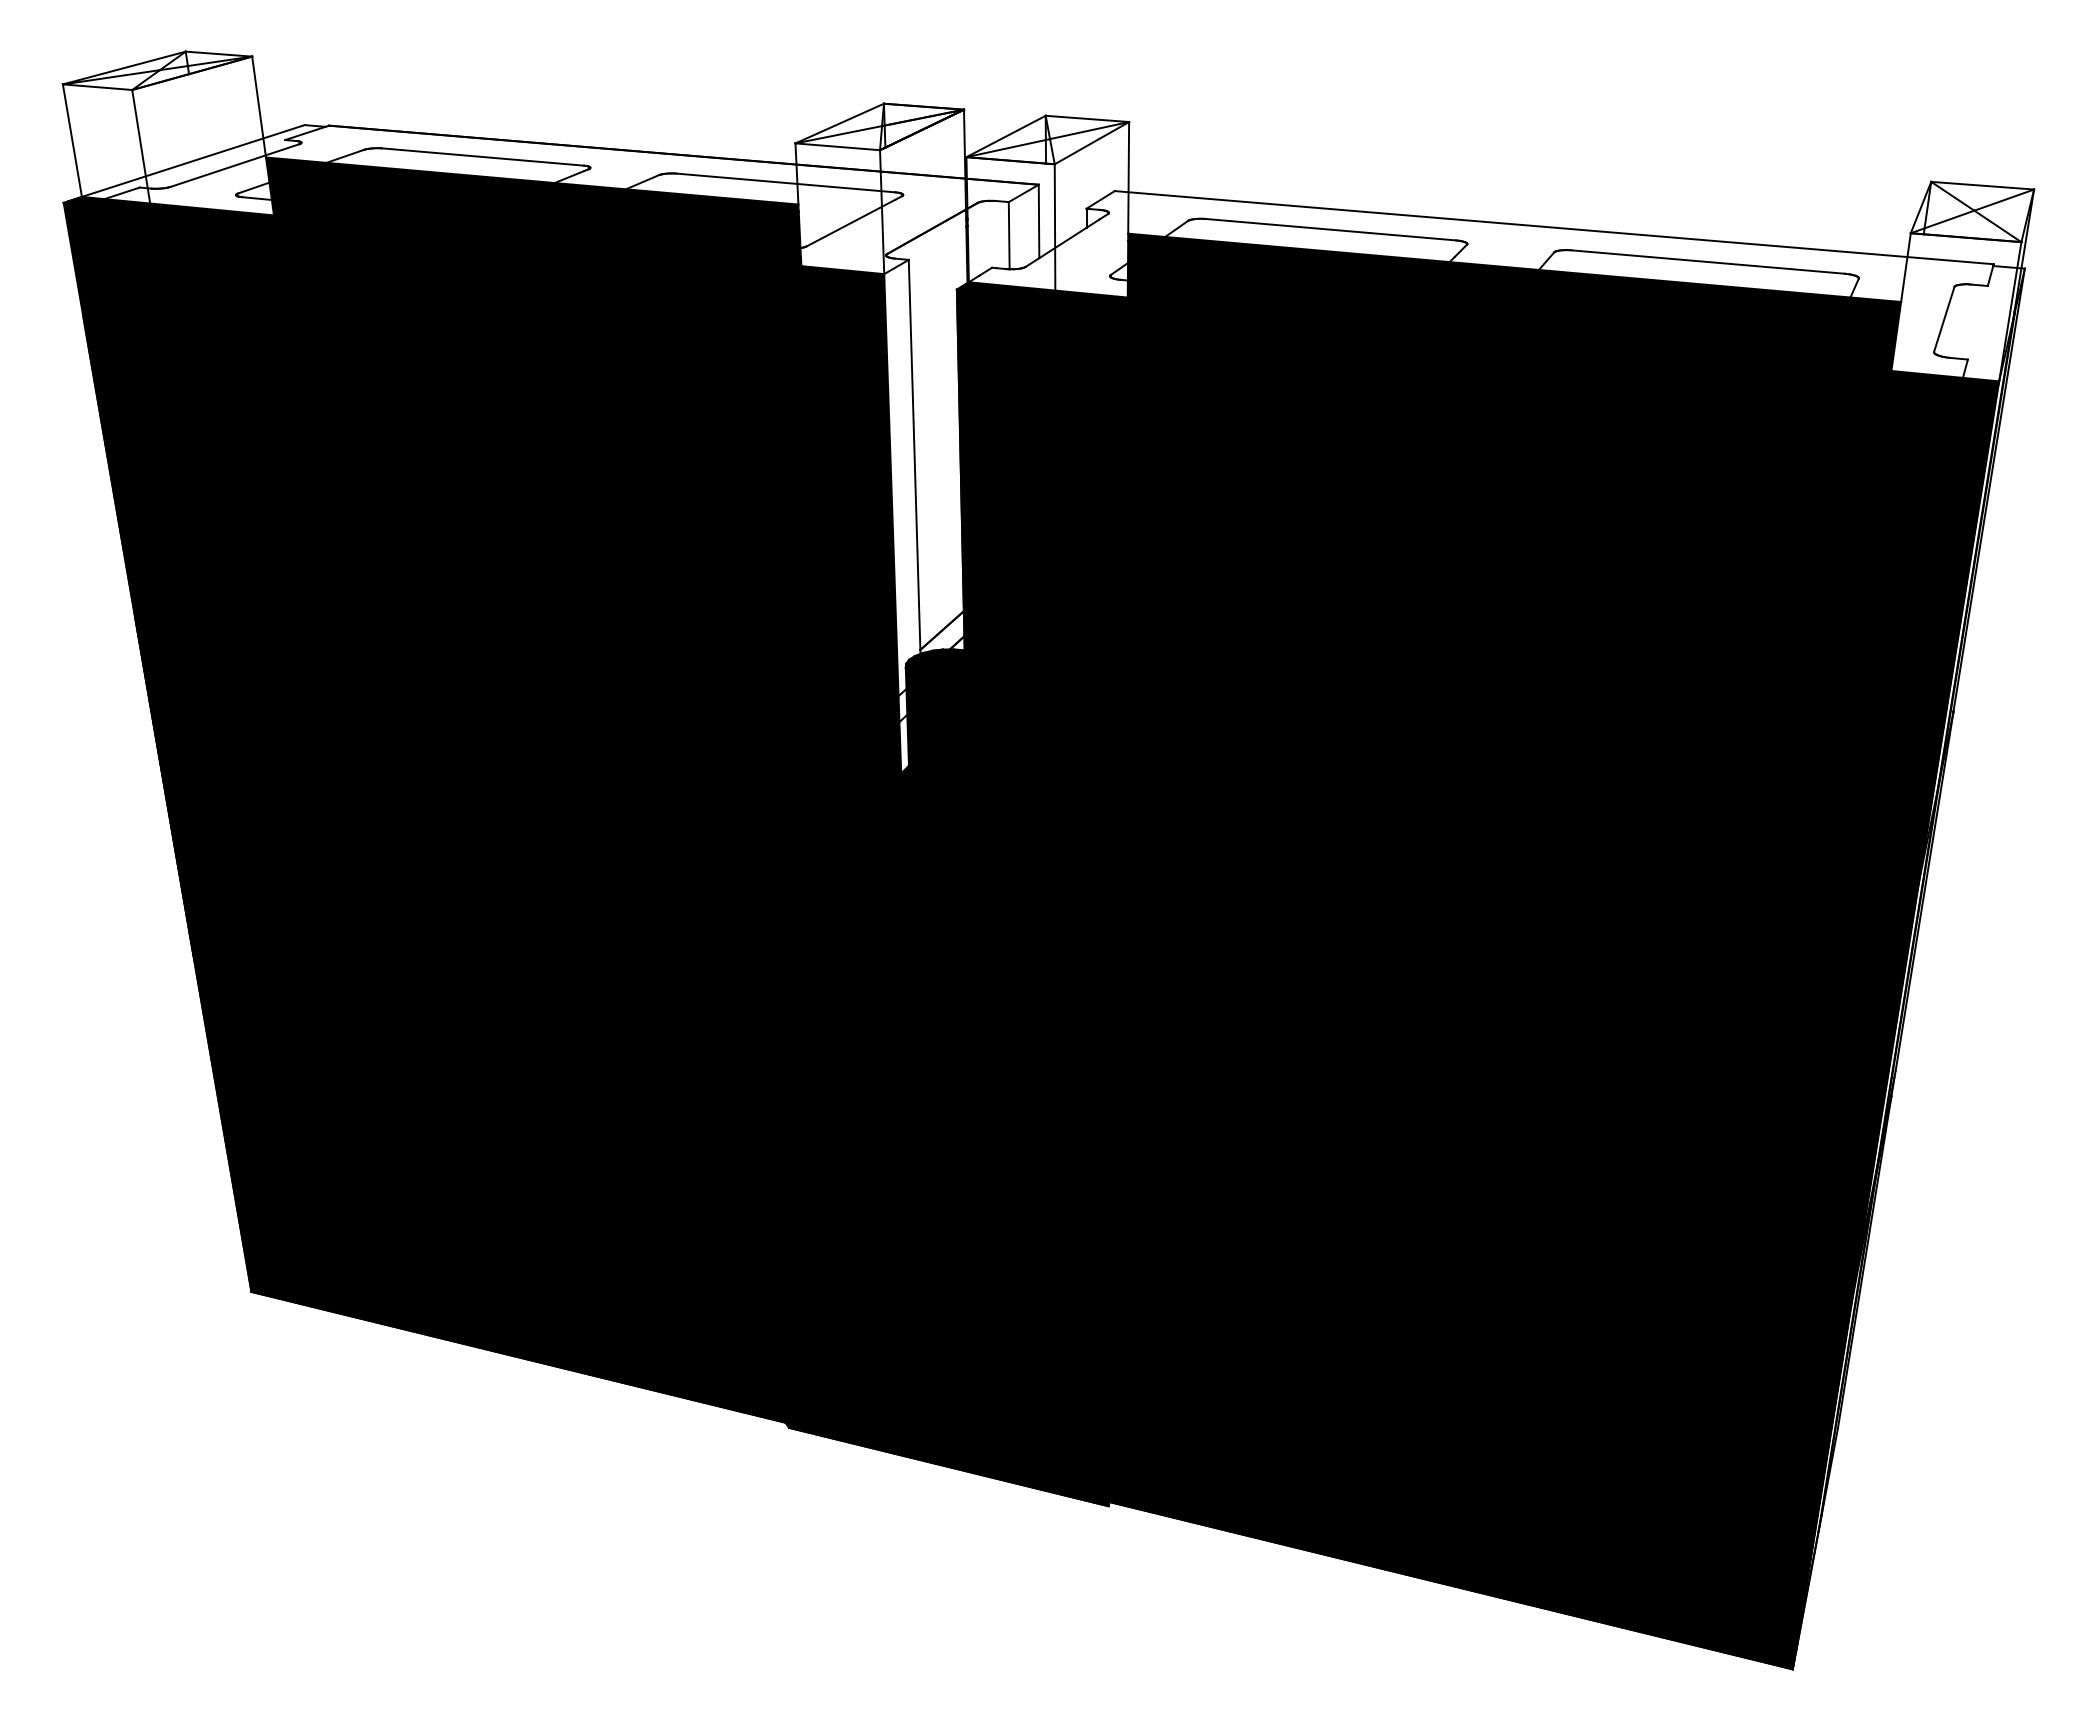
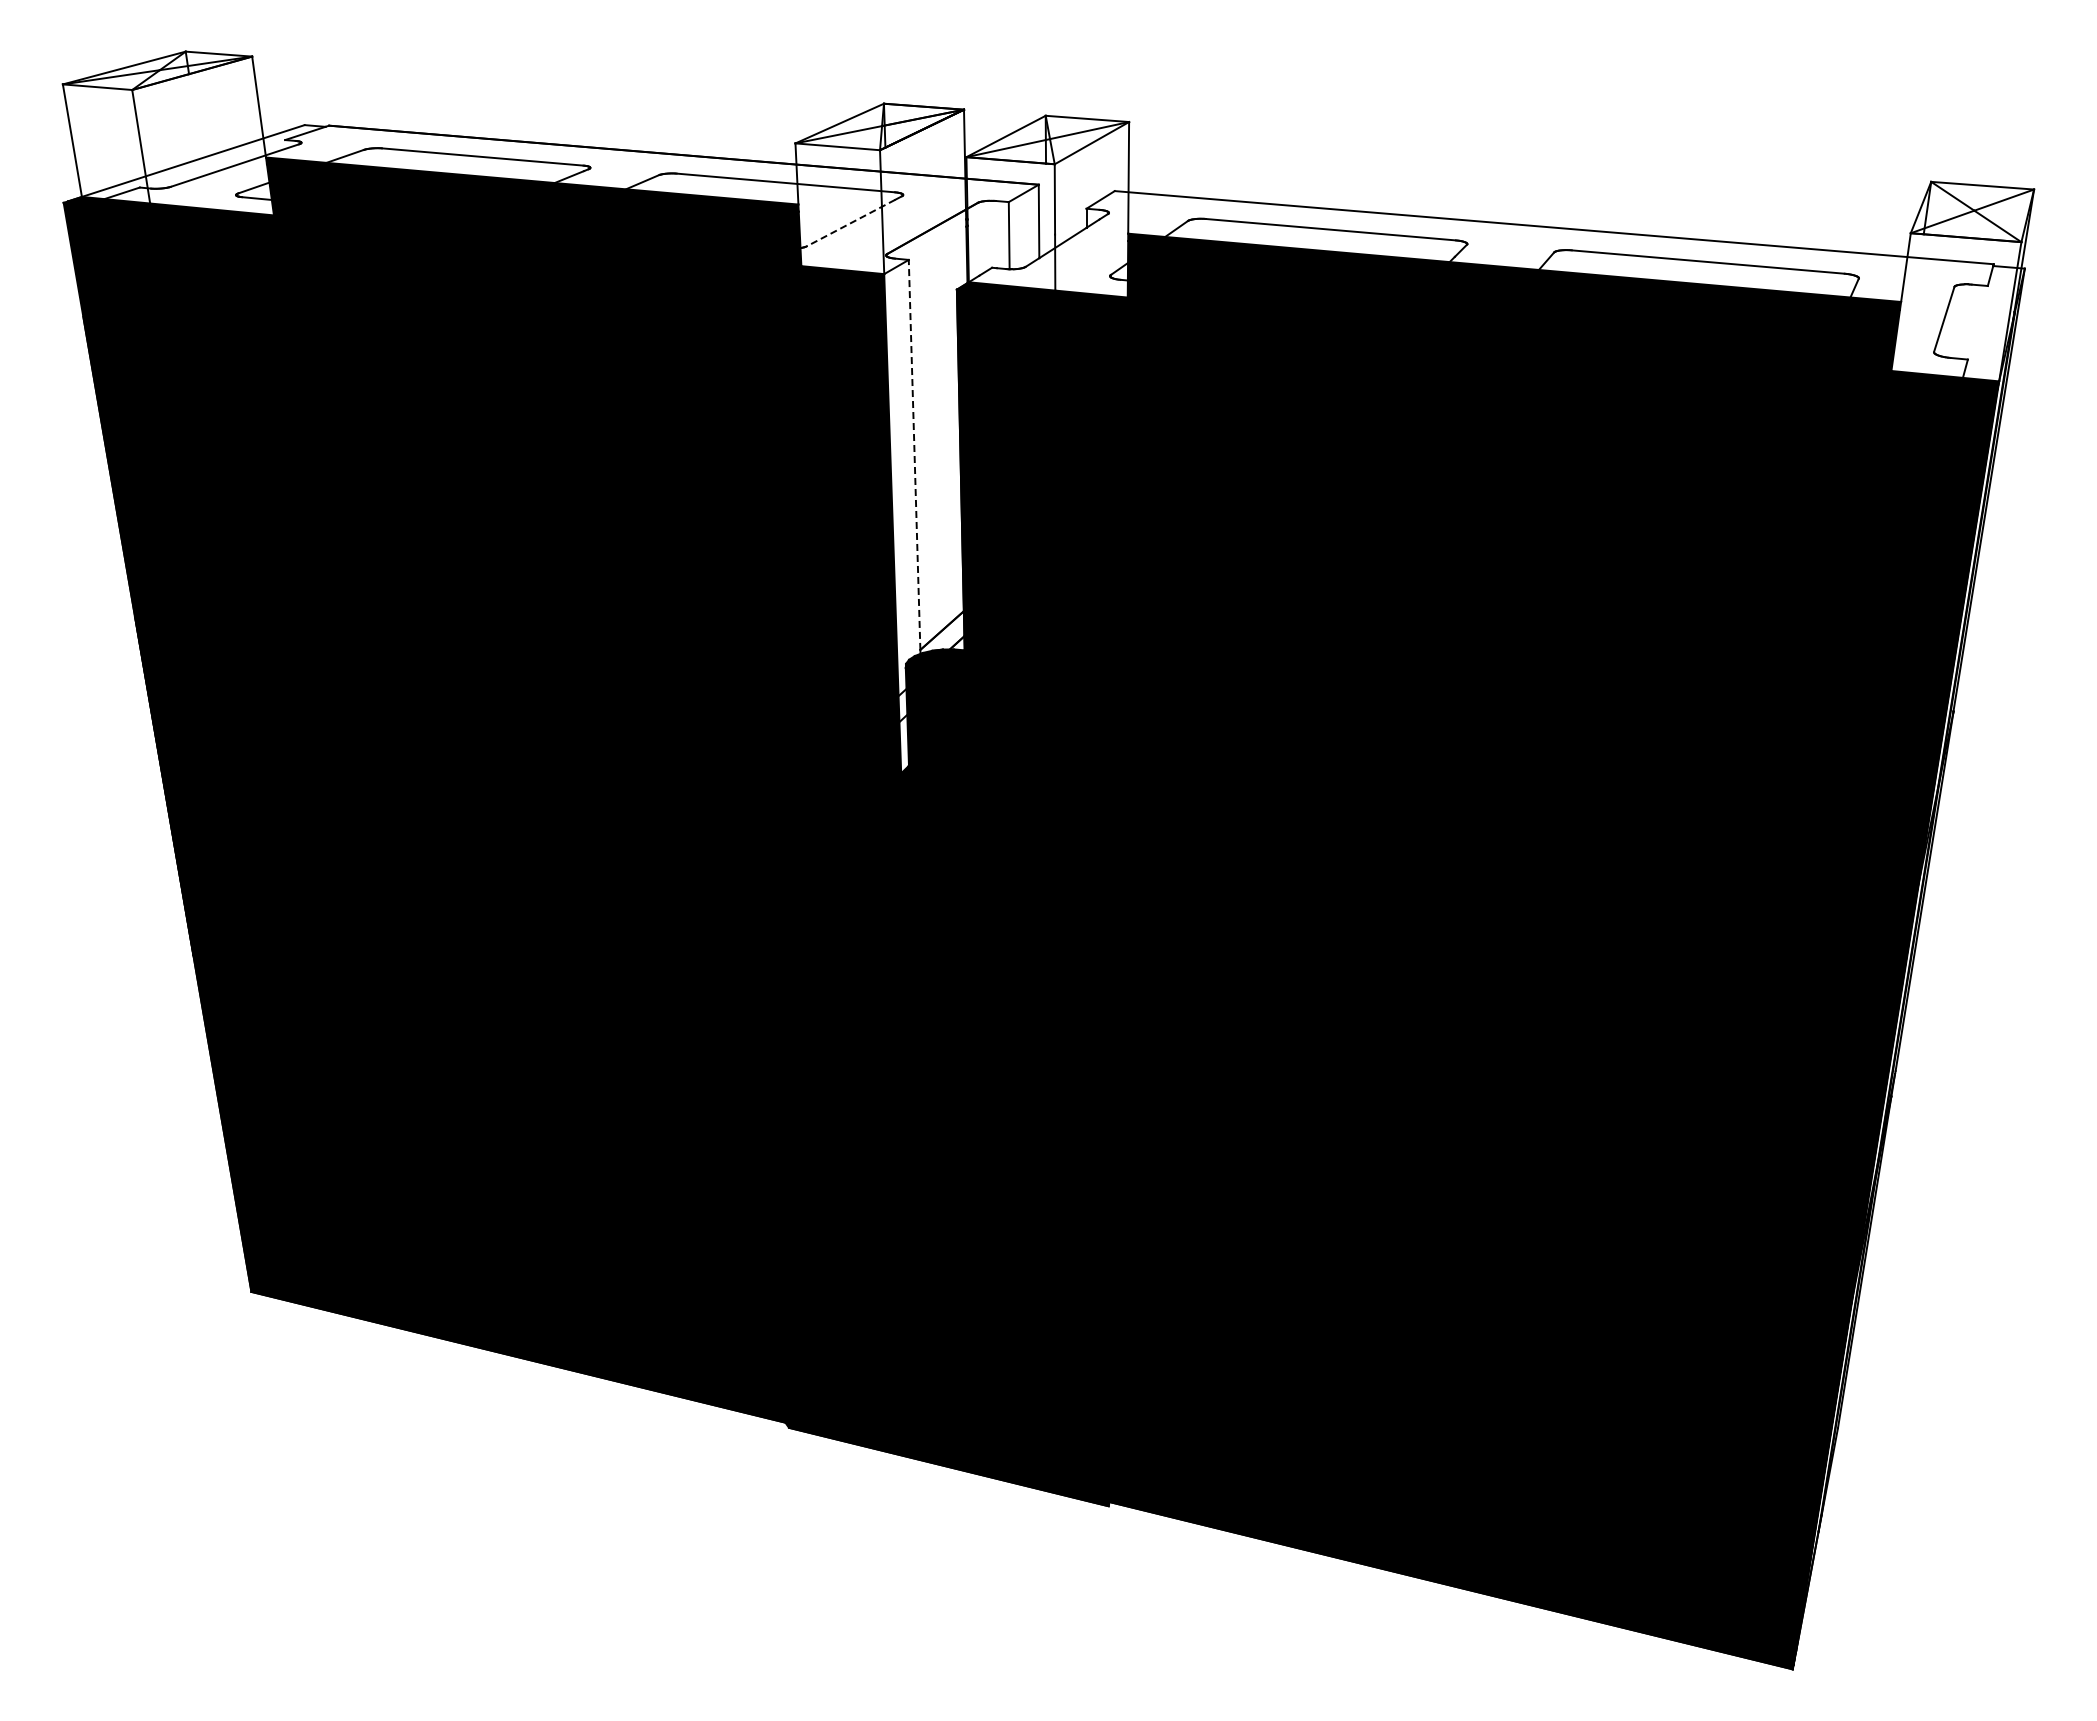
line at (851, 223): solid -> dashed
line at (914, 454): solid -> dashed
